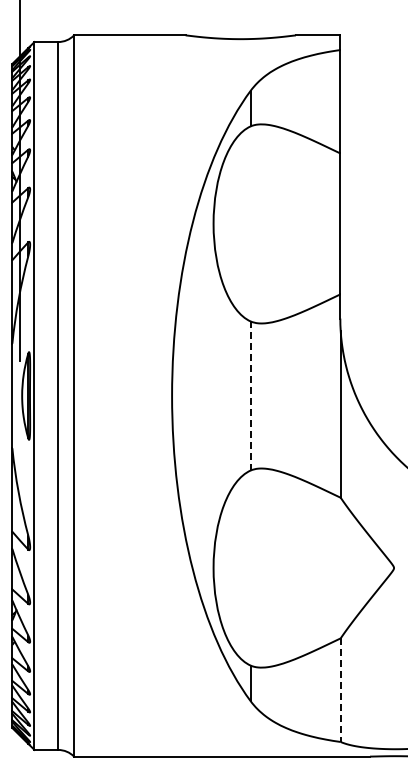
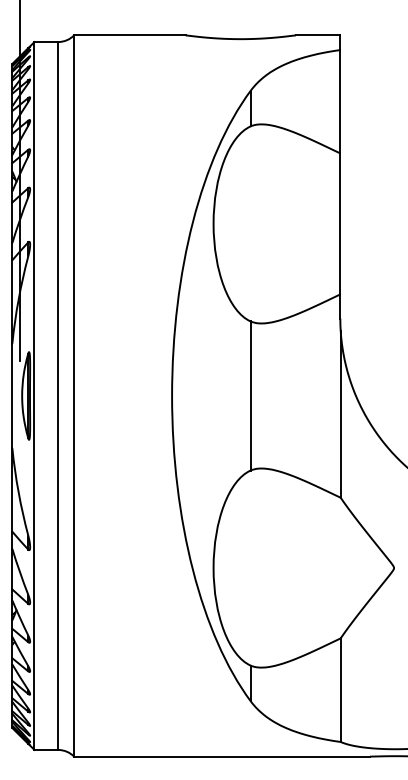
line at (250, 396): dashed -> solid
line at (340, 690): dashed -> solid
